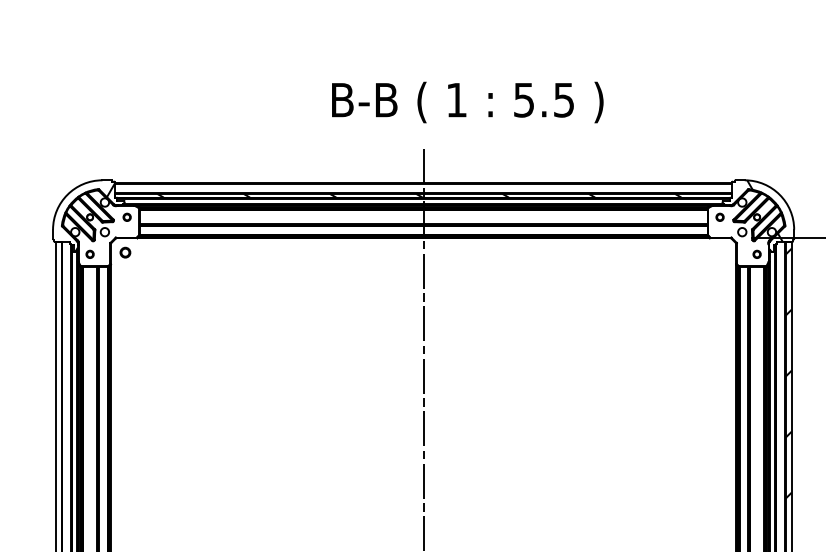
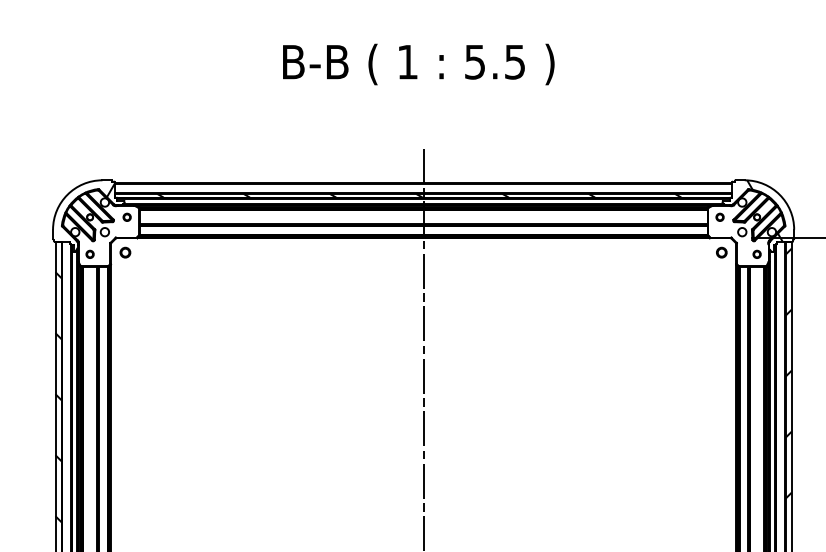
text at (467, 102) position: (467, 102) -> (418, 64)
part at (721, 252): none -> present
hatch at (58, 397): none -> present
